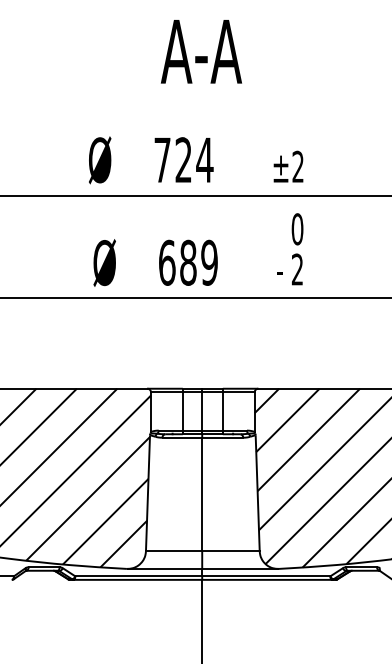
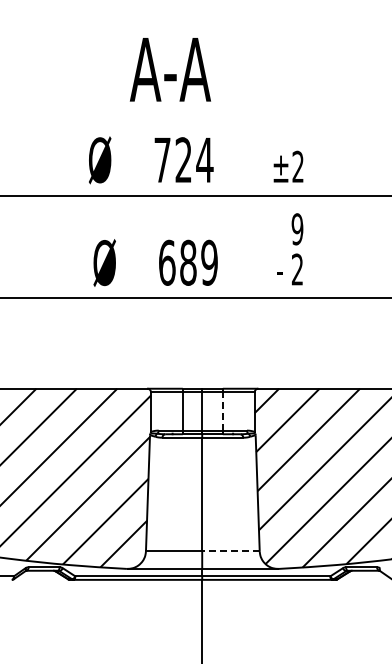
text at (201, 51) position: (201, 51) -> (170, 69)
text at (297, 229): 0 -> 9
line at (222, 411): solid -> dashed
line at (230, 551): solid -> dashed
